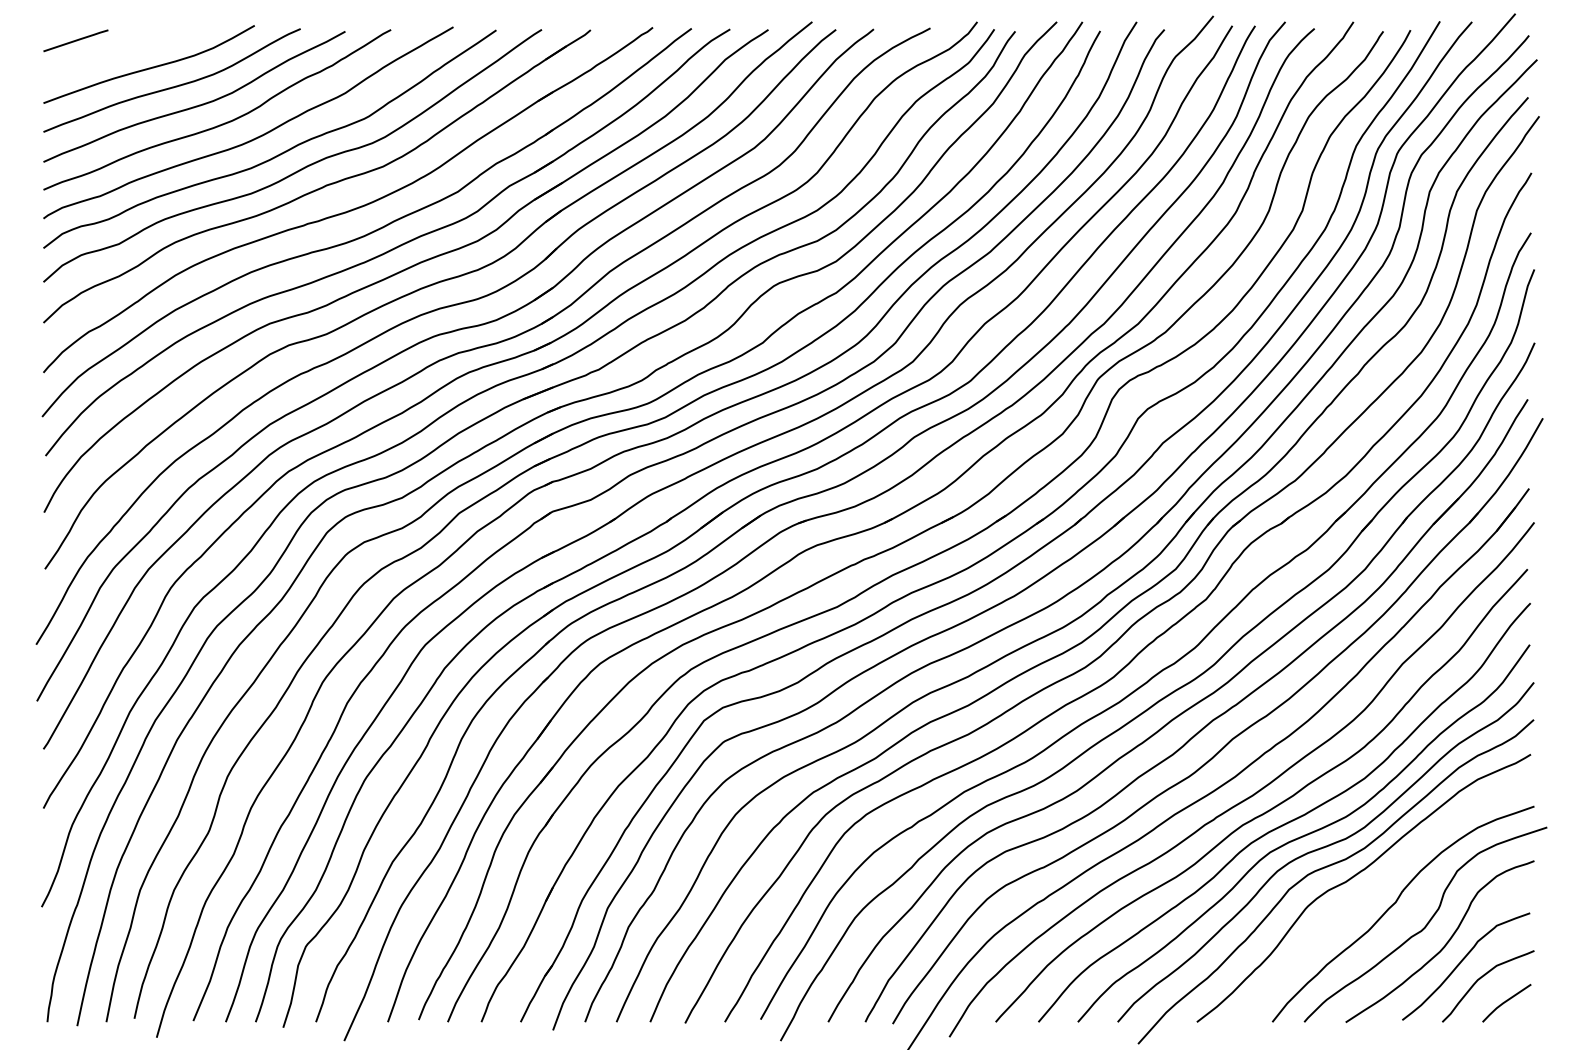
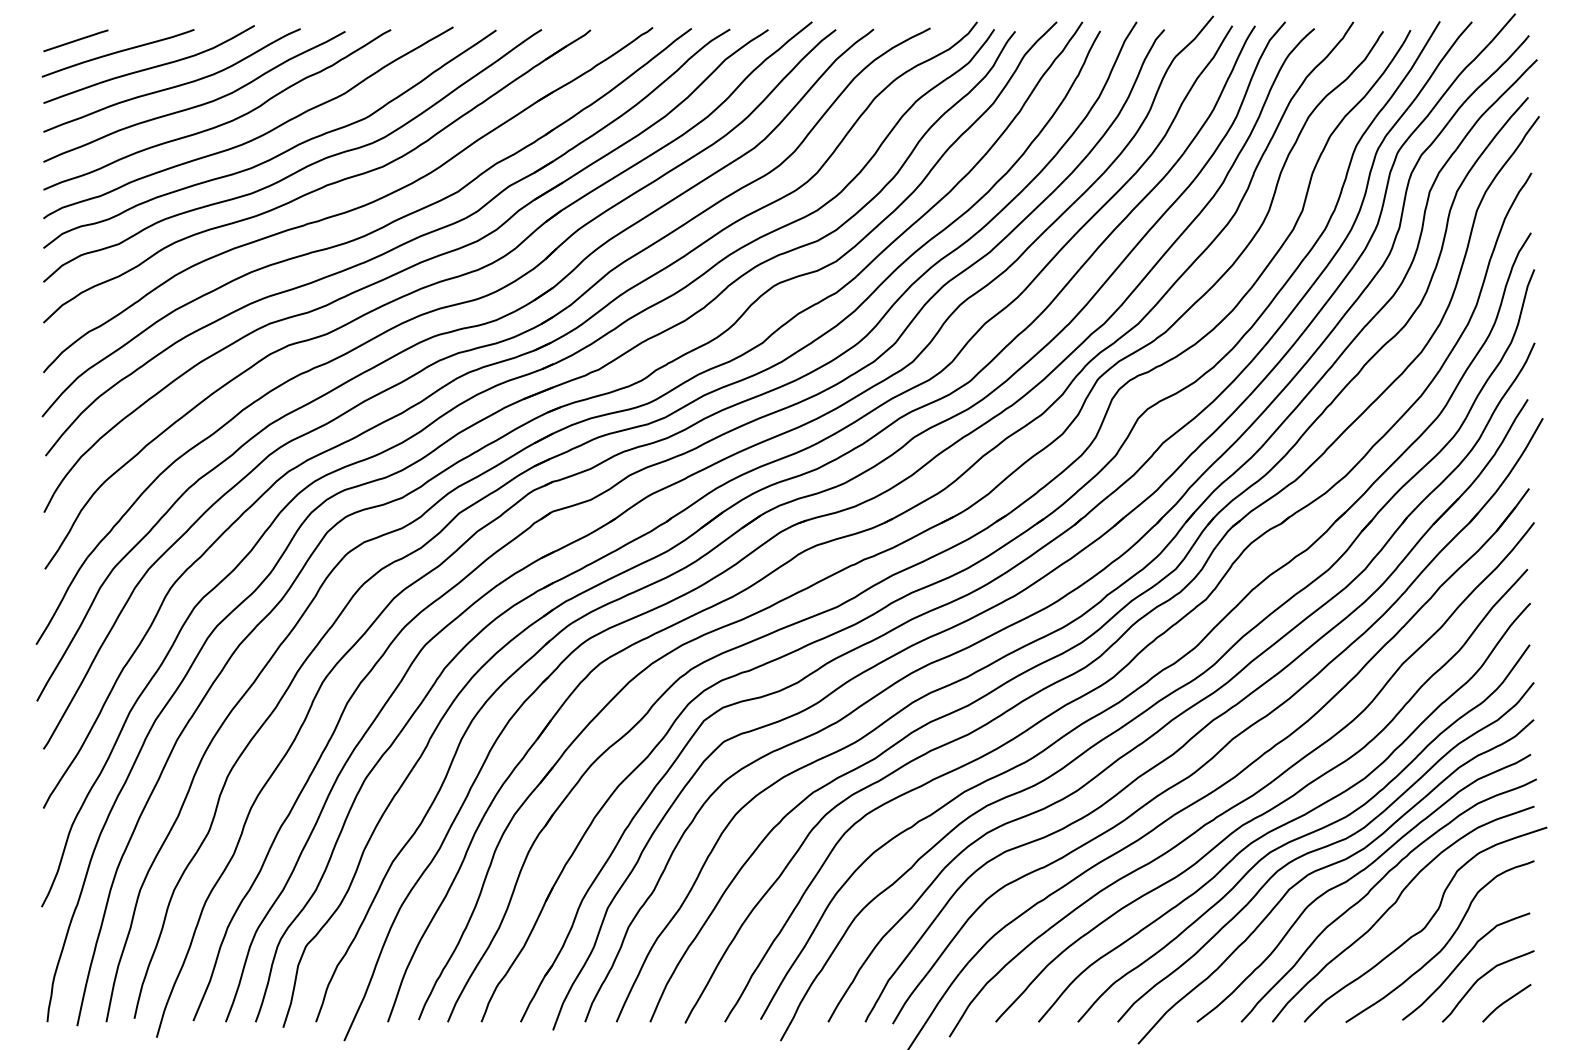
curve at (117, 53): none -> present
curve at (1375, 886): none -> present
